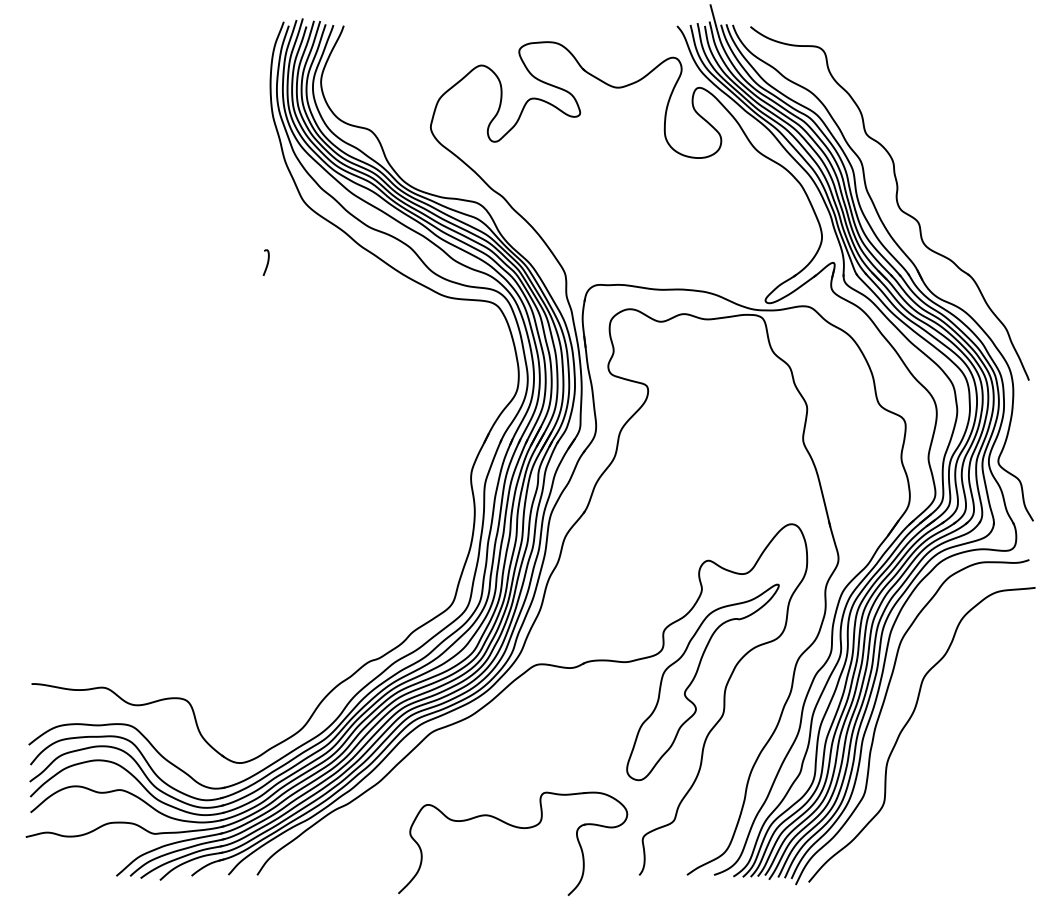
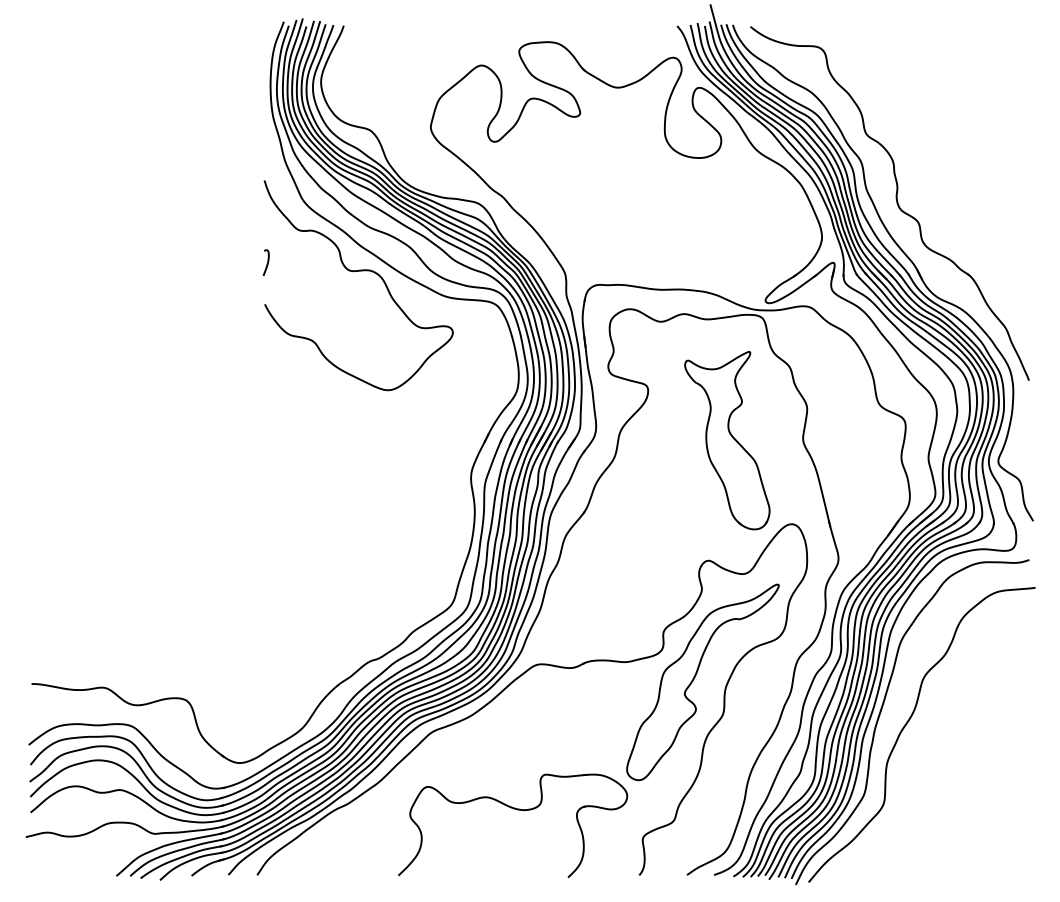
curve at (354, 272): none -> present
part at (727, 440): none -> present
part at (517, 828) position: (517, 828) -> (517, 810)
